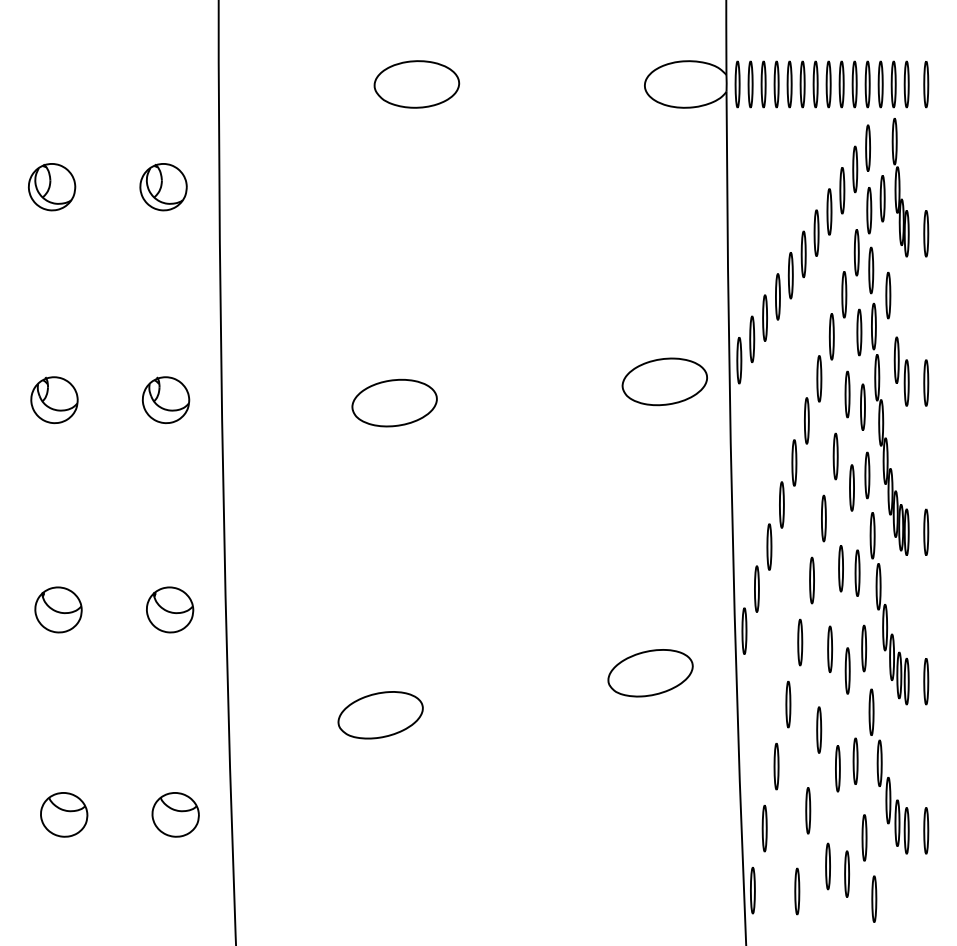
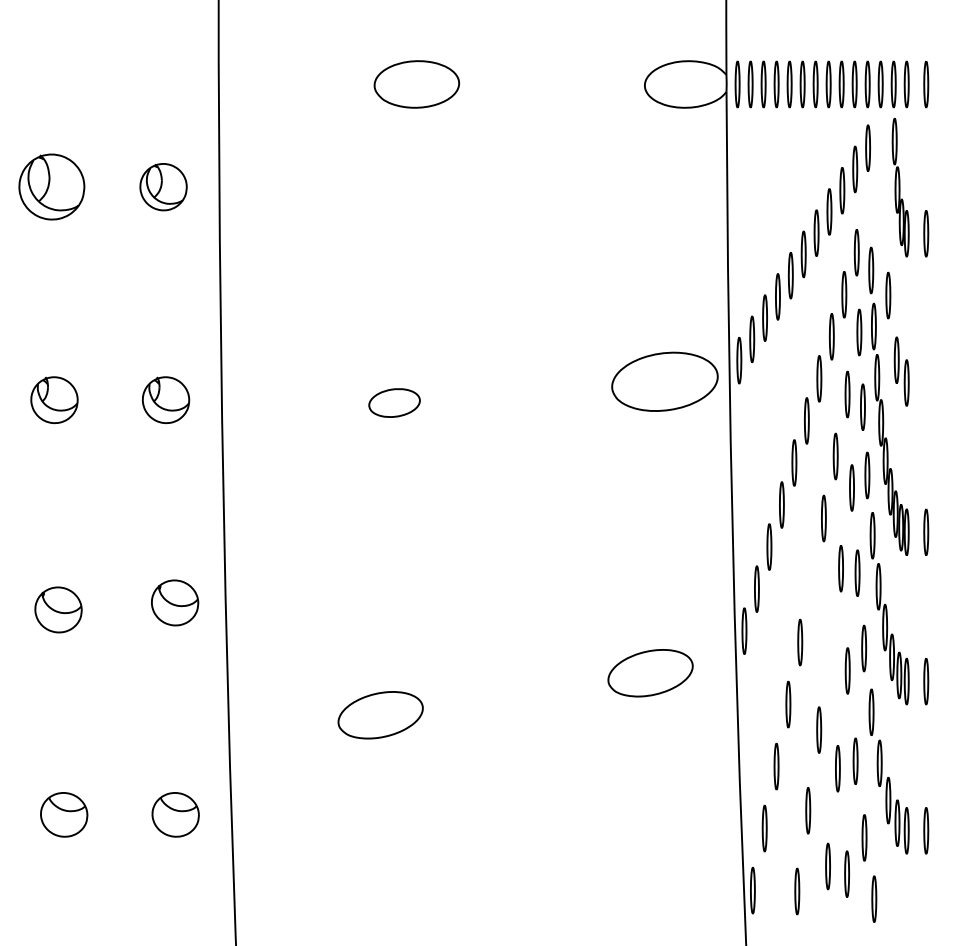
part at (52, 187) size: 49x49 px -> 68x68 px
part at (875, 204): present -> none
part at (664, 381) size: 87x50 px -> 108x61 px
part at (926, 382): present -> none
part at (394, 402) size: 87x50 px -> 53x30 px
part at (811, 580): present -> none
part at (170, 609) position: (170, 609) -> (175, 602)
part at (830, 648): present -> none
